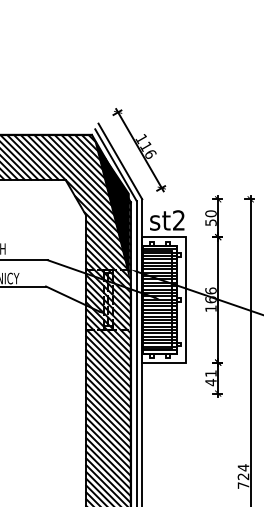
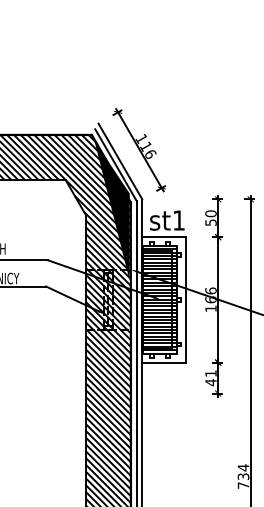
text at (178, 220): st2 -> st1
text at (243, 476): 724 -> 734
